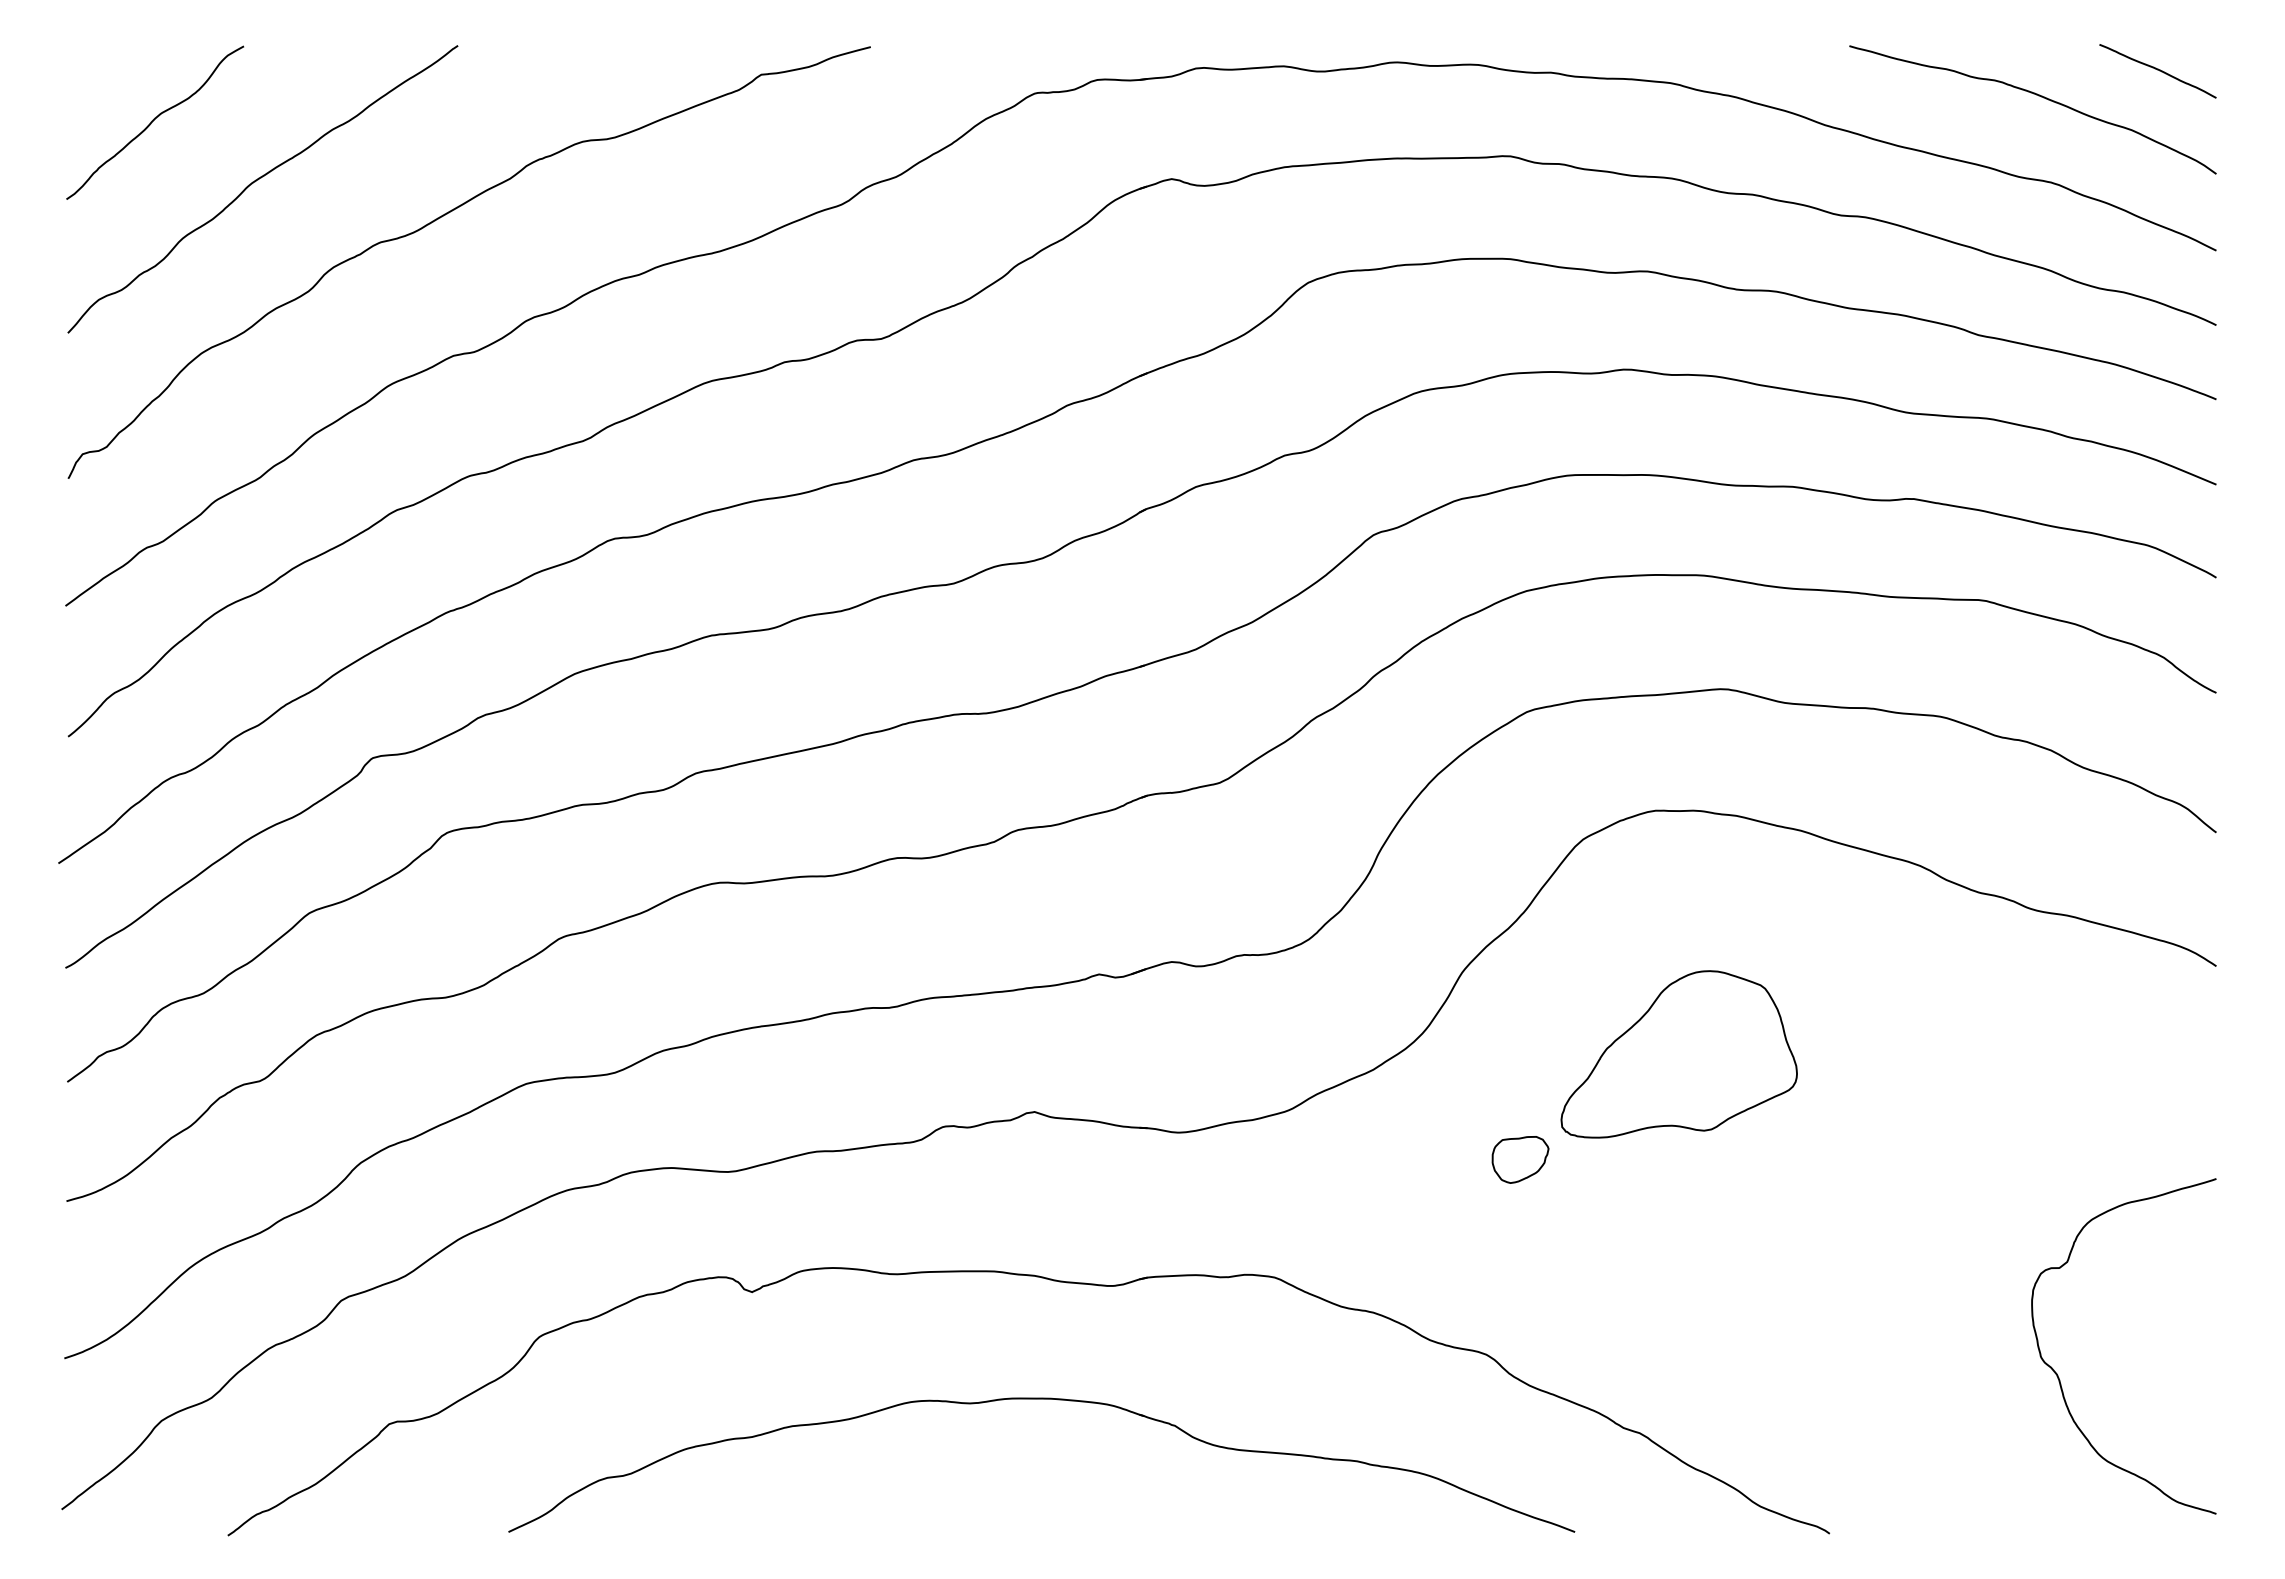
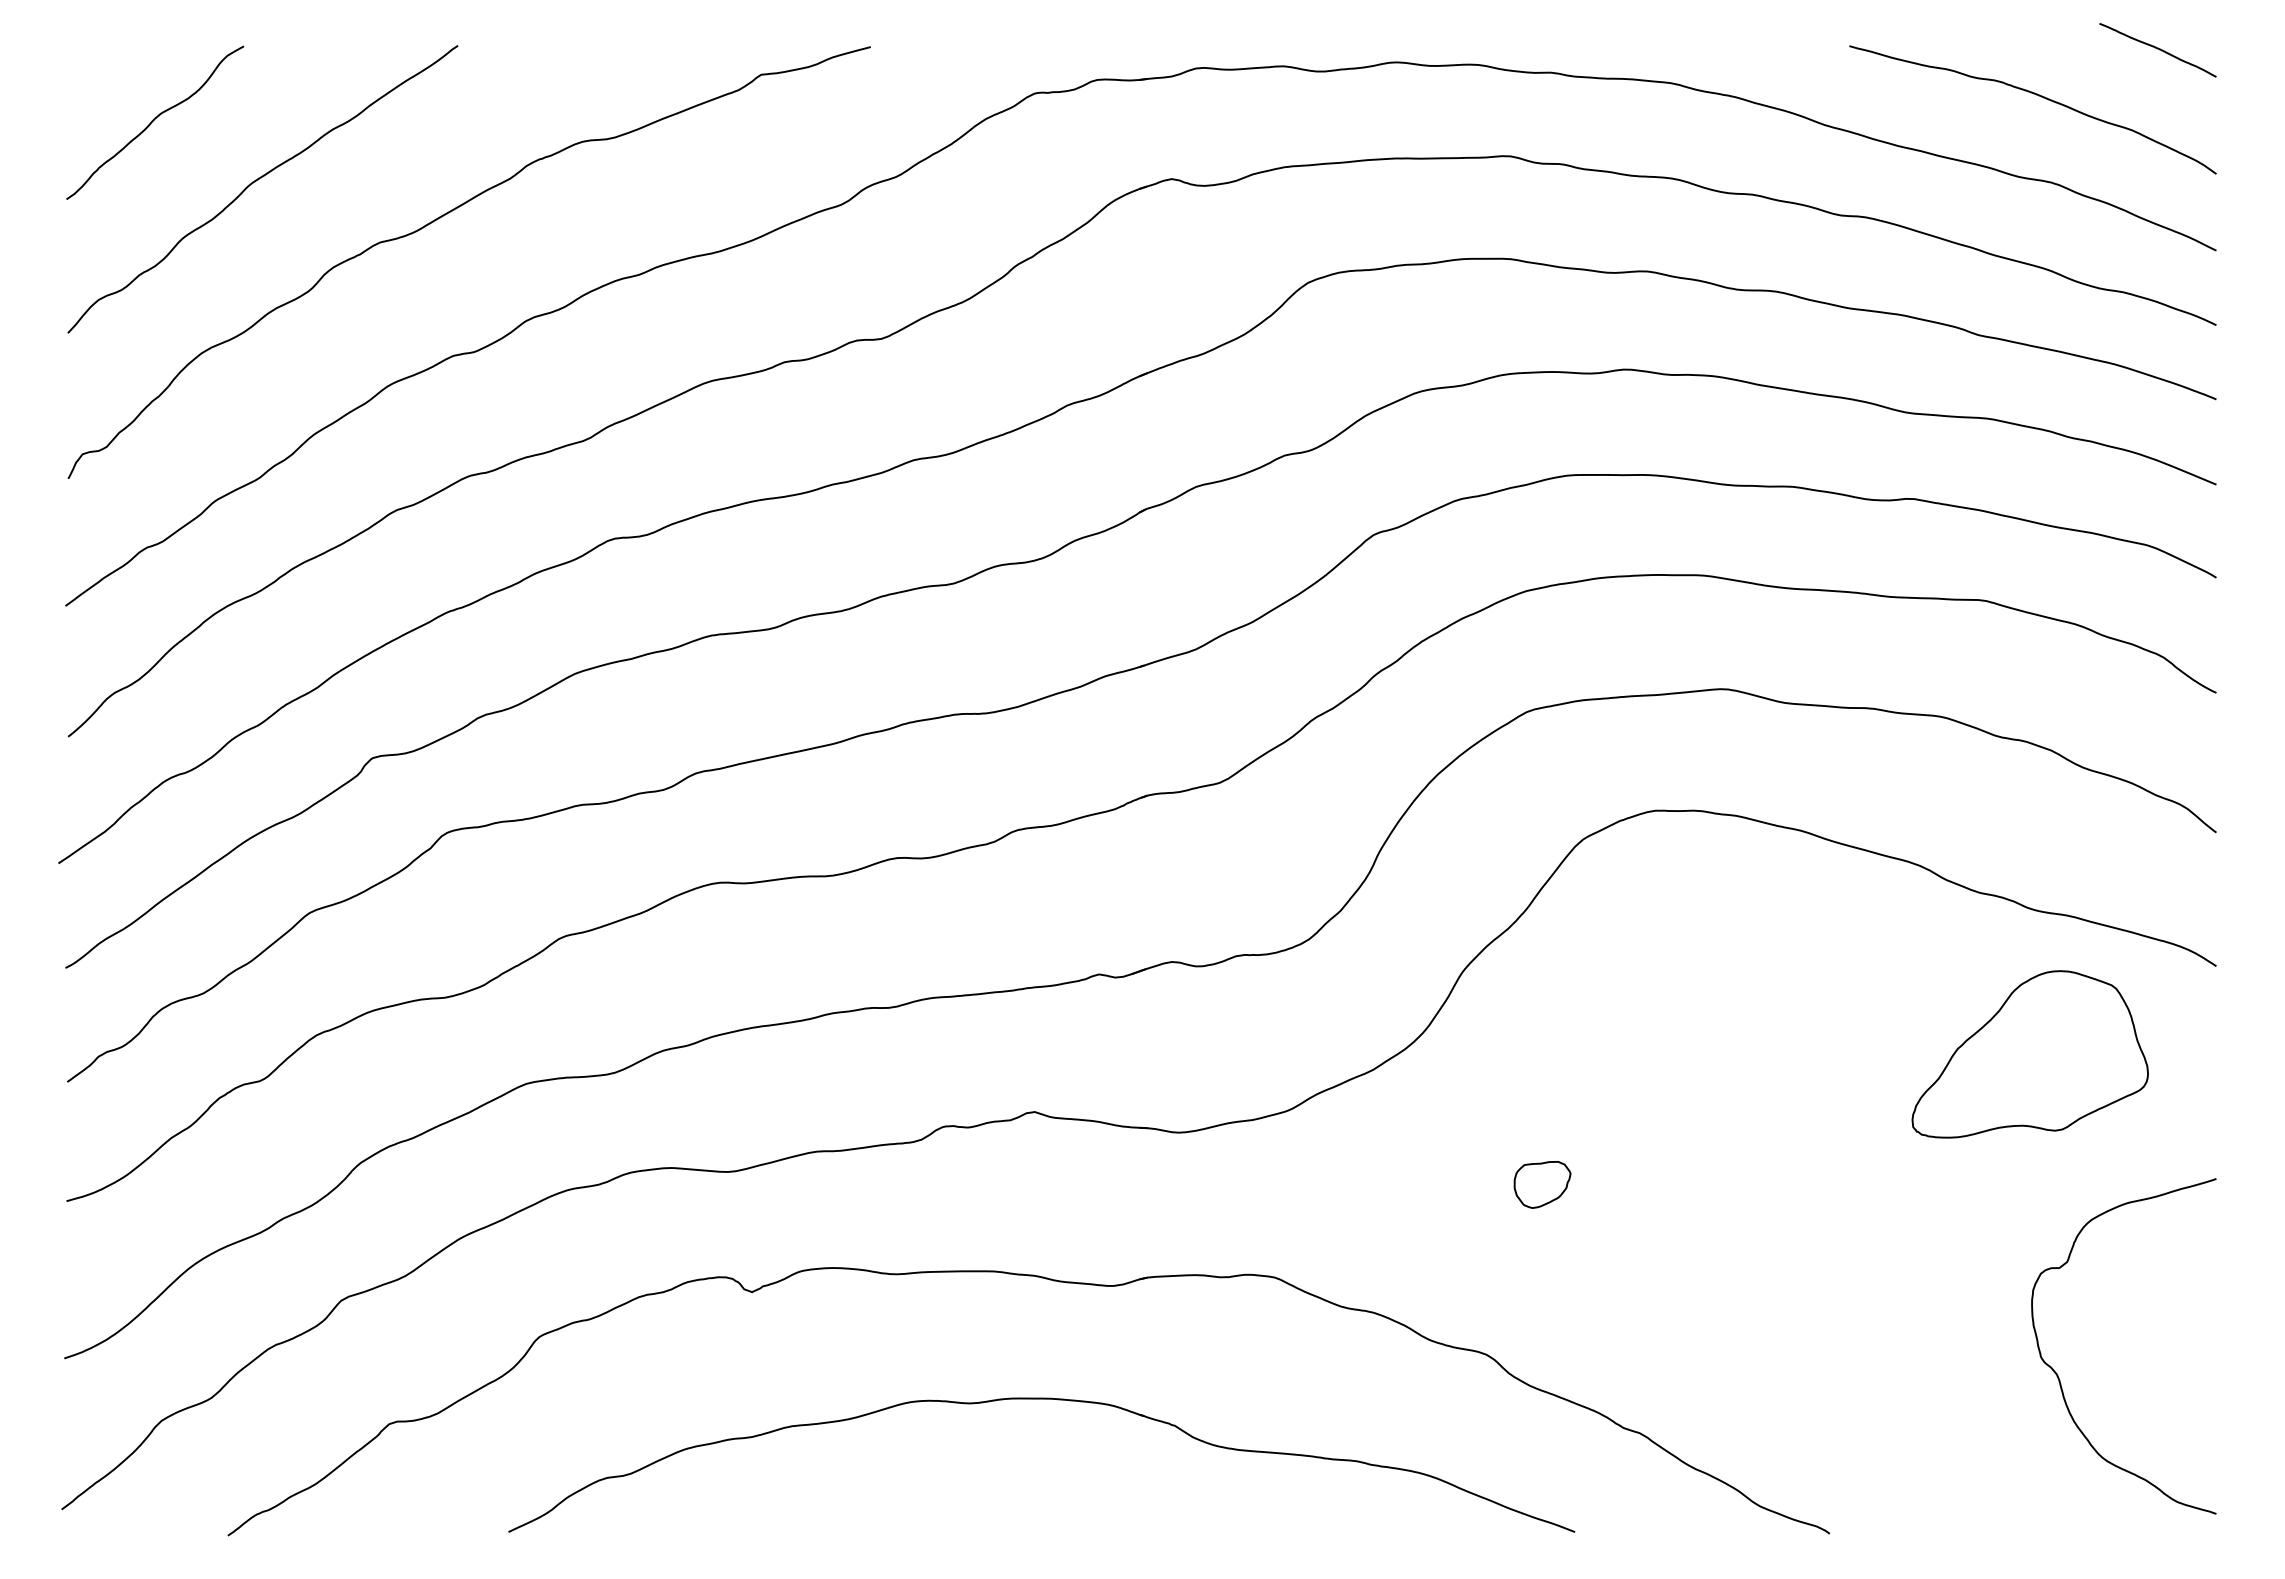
curve at (2157, 70) position: (2157, 70) -> (2157, 49)
part at (1678, 1054) position: (1678, 1054) -> (2029, 1054)
part at (1520, 1159) position: (1520, 1159) -> (1542, 1184)
